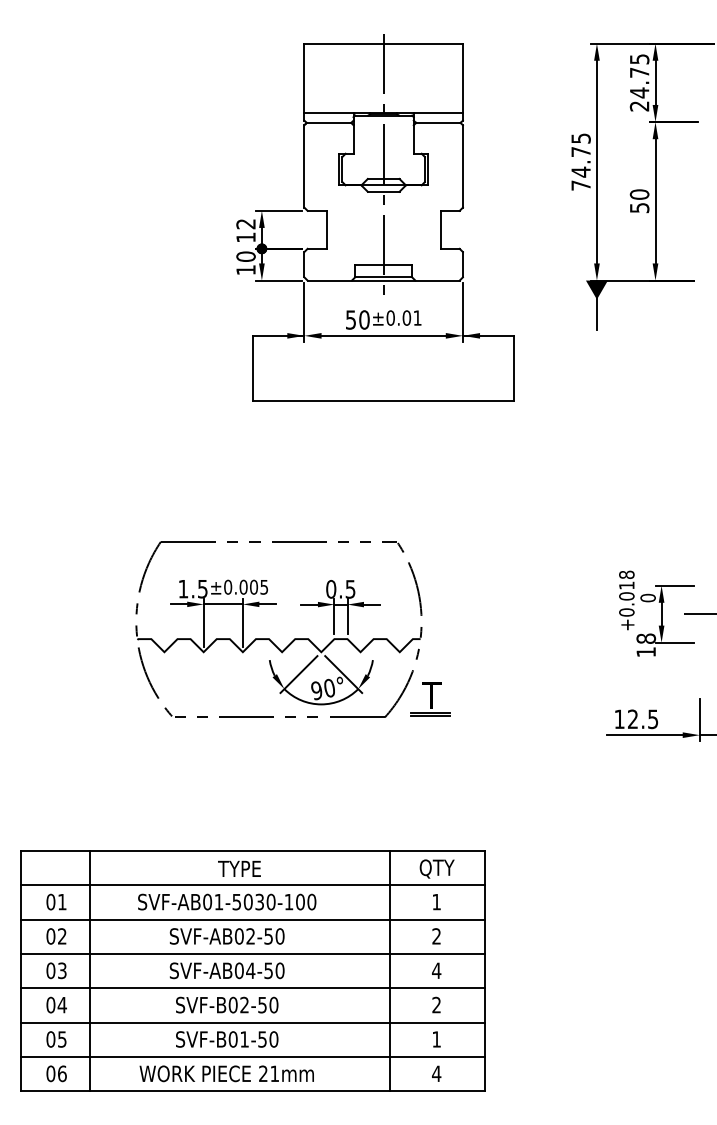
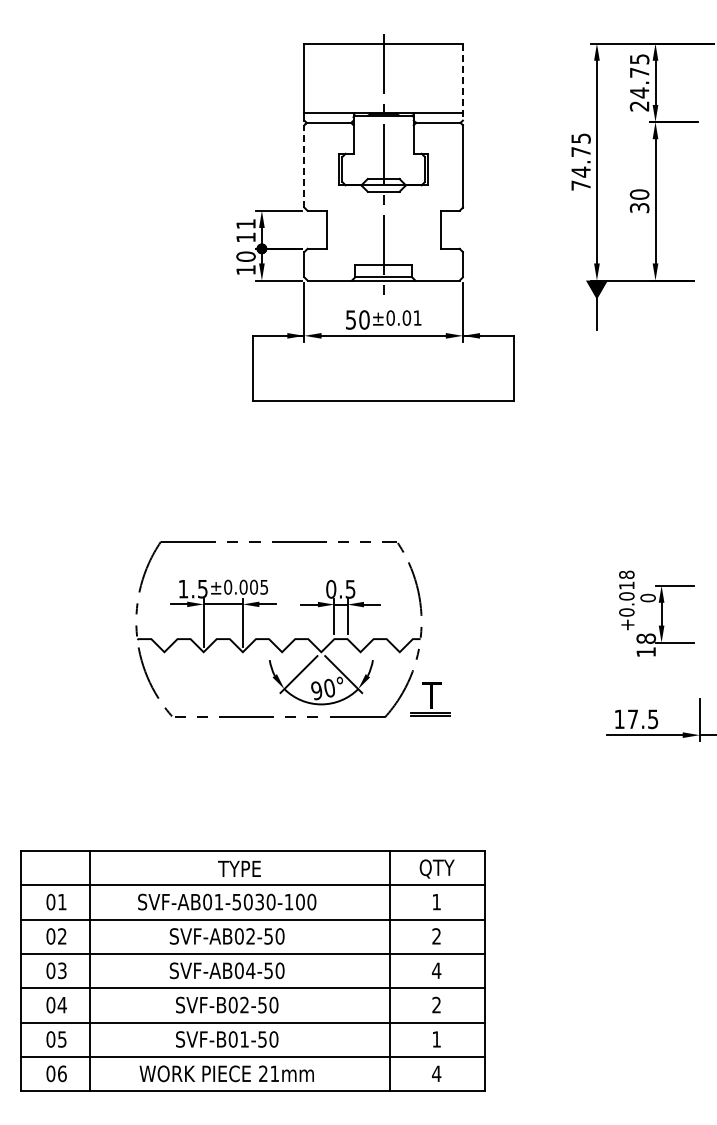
line at (462, 82): solid -> dashed
line at (304, 165): solid -> dashed
text at (638, 207): 50 -> 30
text at (245, 224): 12 -> 11
line at (698, 614): present -> none
text at (632, 718): 12.5 -> 17.5
